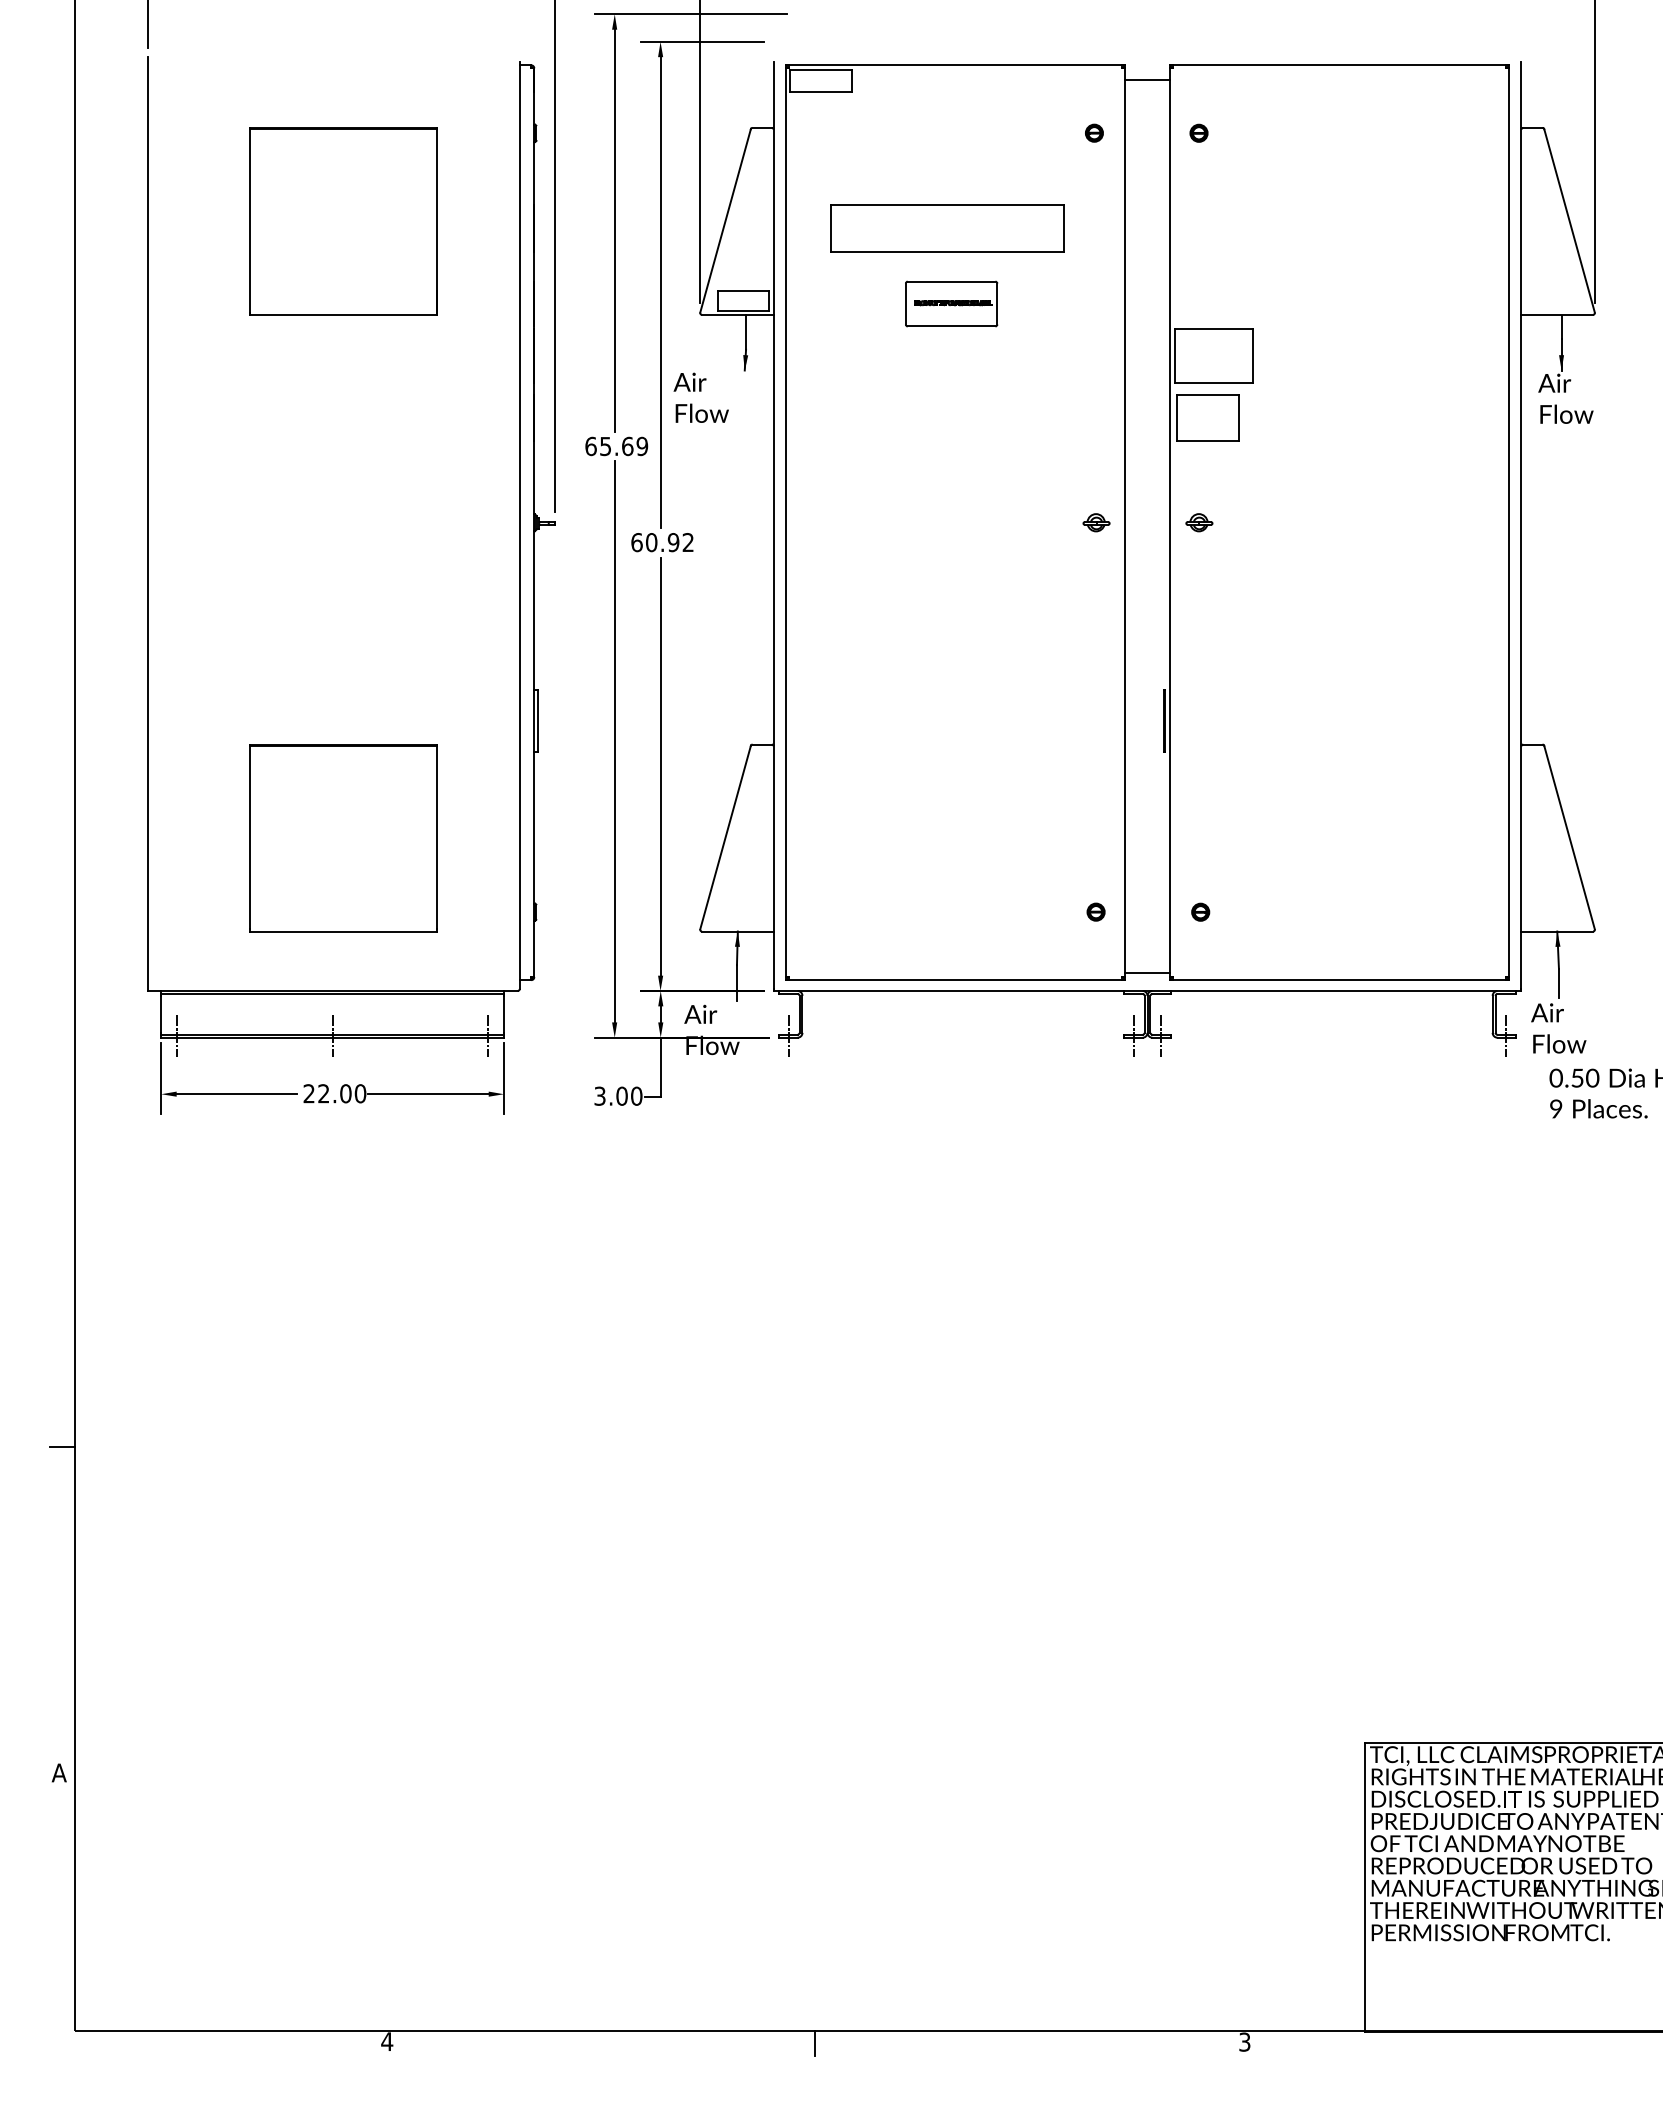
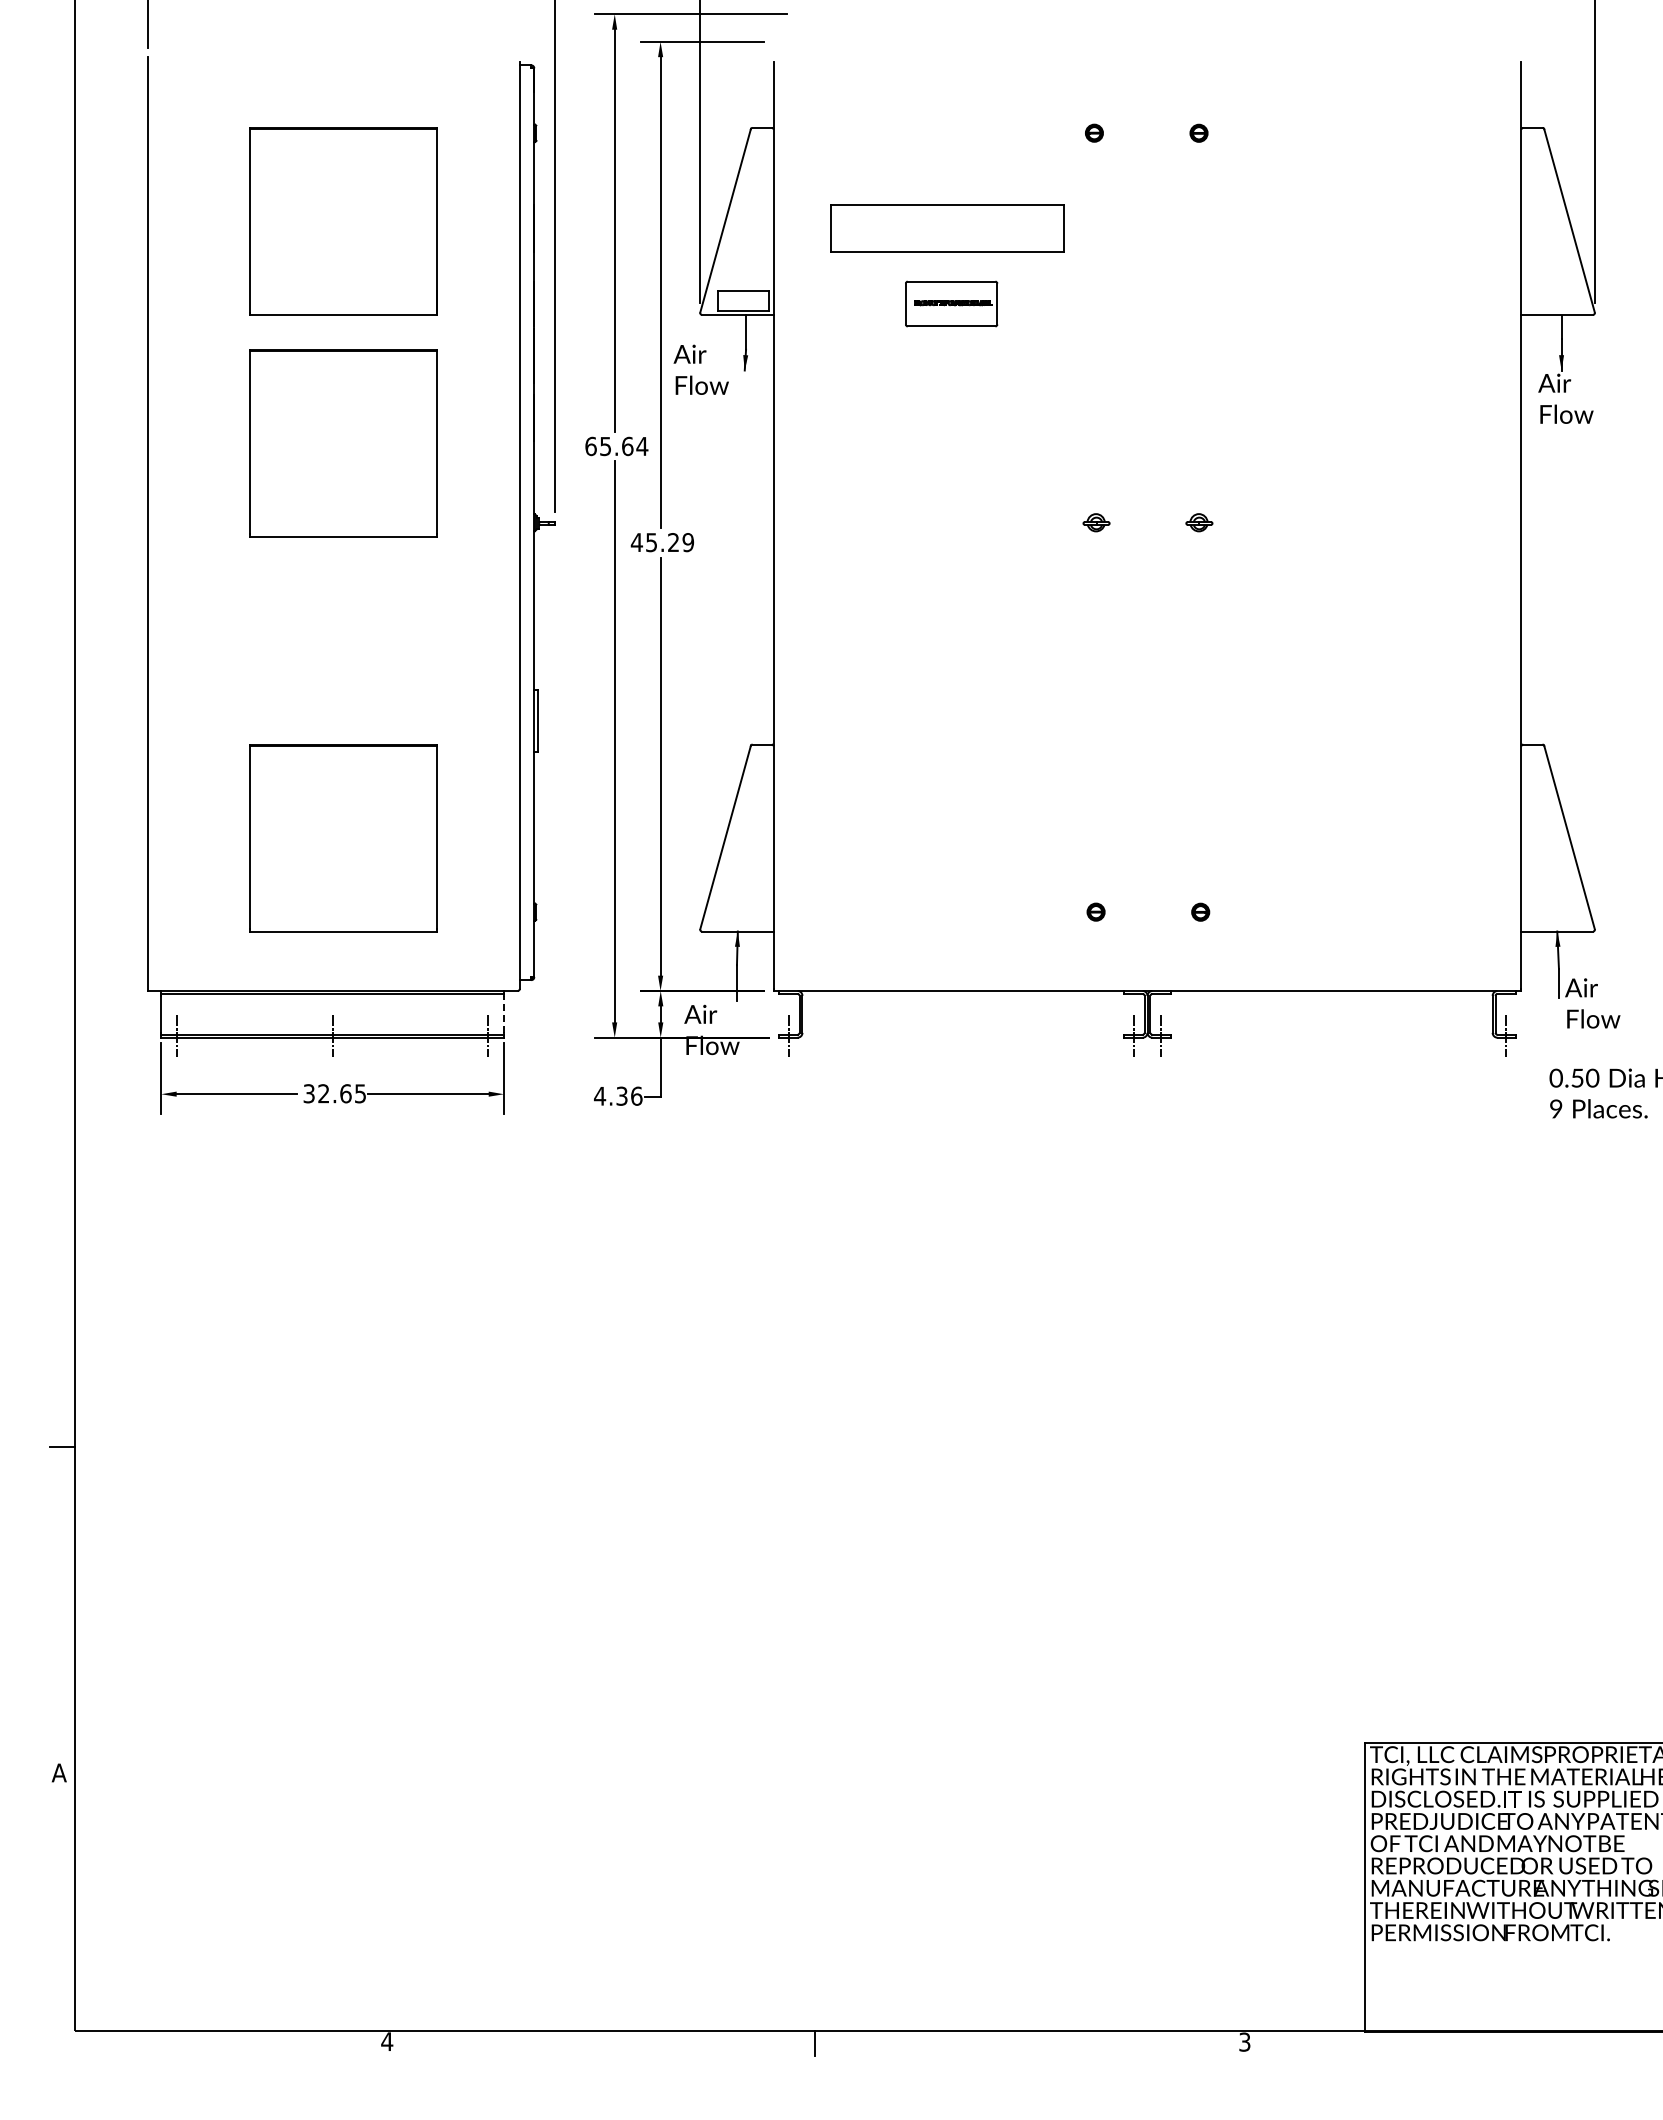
text at (700, 397) position: (700, 397) -> (700, 369)
part at (343, 443): none -> present
text at (642, 446): 65.69 -> 65.64
part at (1147, 522): present -> none
text at (662, 542): 60.92 -> 45.29
line at (504, 1013): solid -> dashed
text at (1558, 1028) position: (1558, 1028) -> (1592, 1003)
text at (334, 1093): 22.00 -> 32.65
text at (618, 1095): 3.00 -> 4.36
